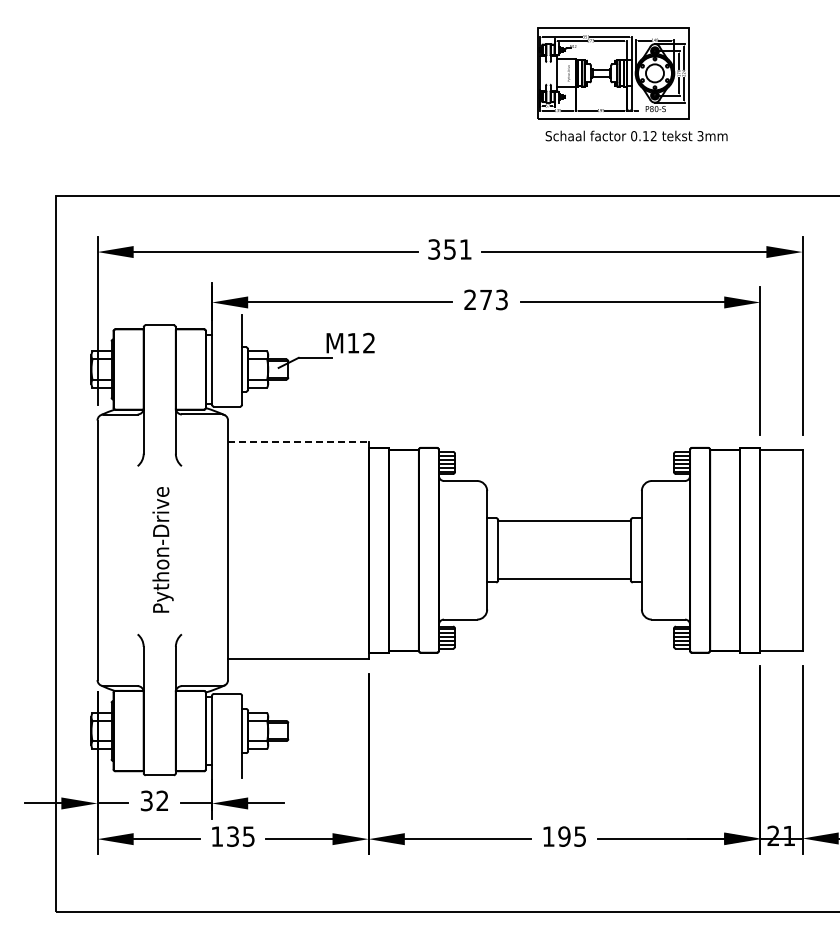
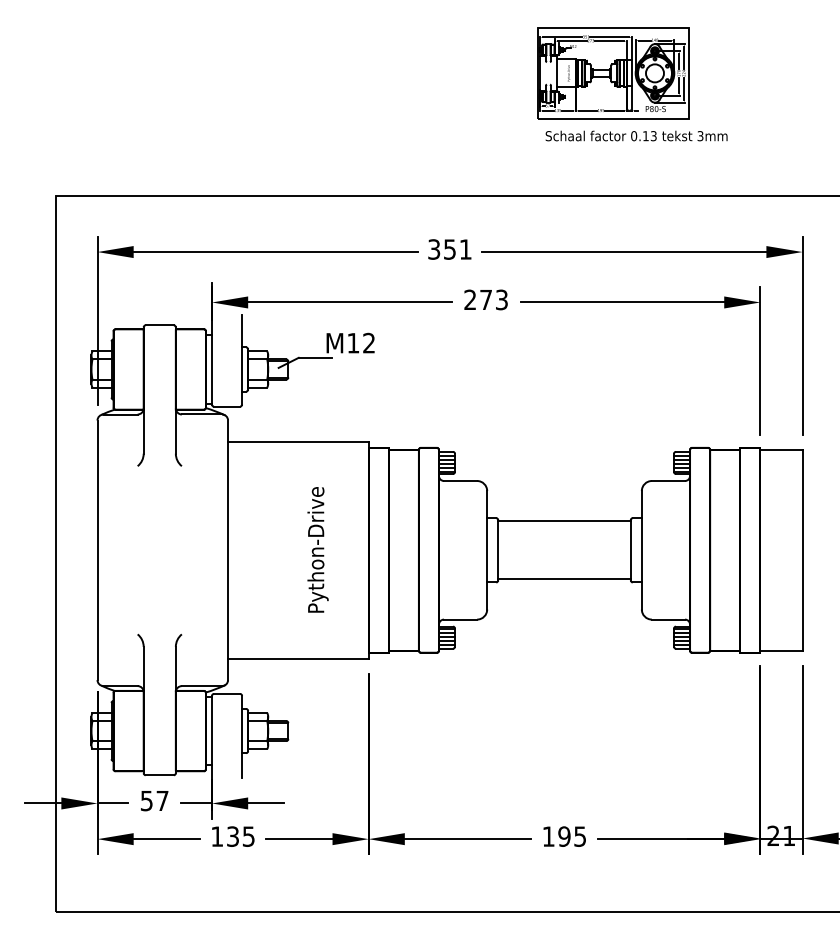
text at (653, 136): 0.12 -> 0.13
line at (298, 441): dashed -> solid
text at (162, 549) position: (162, 549) -> (317, 549)
text at (154, 800): 32 -> 57
